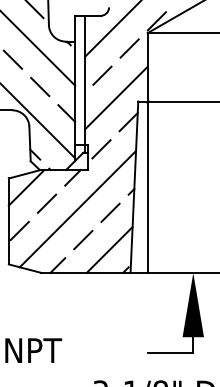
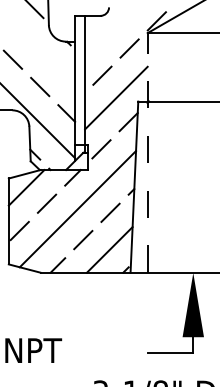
line at (112, 29): present -> none
line at (38, 48): present -> none
line at (147, 152): solid -> dashed
